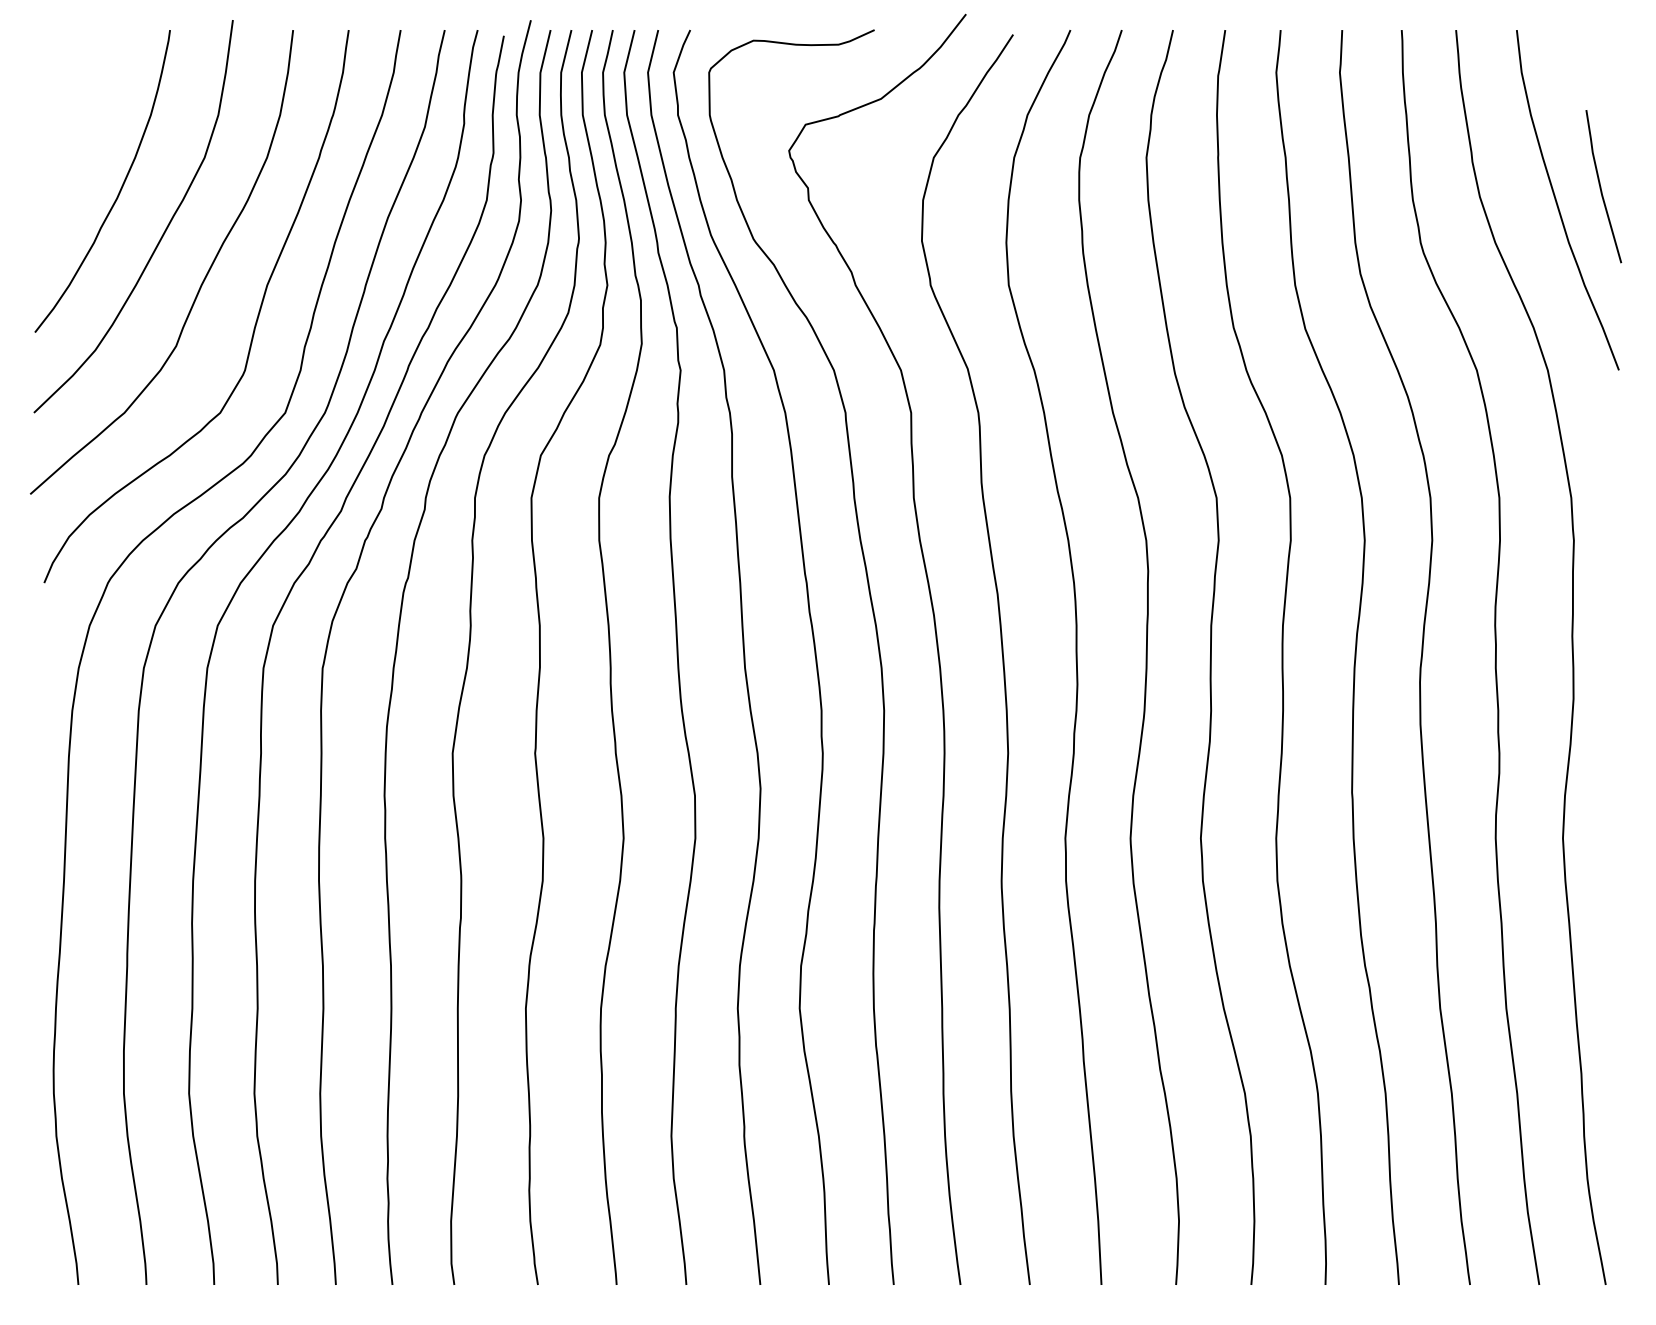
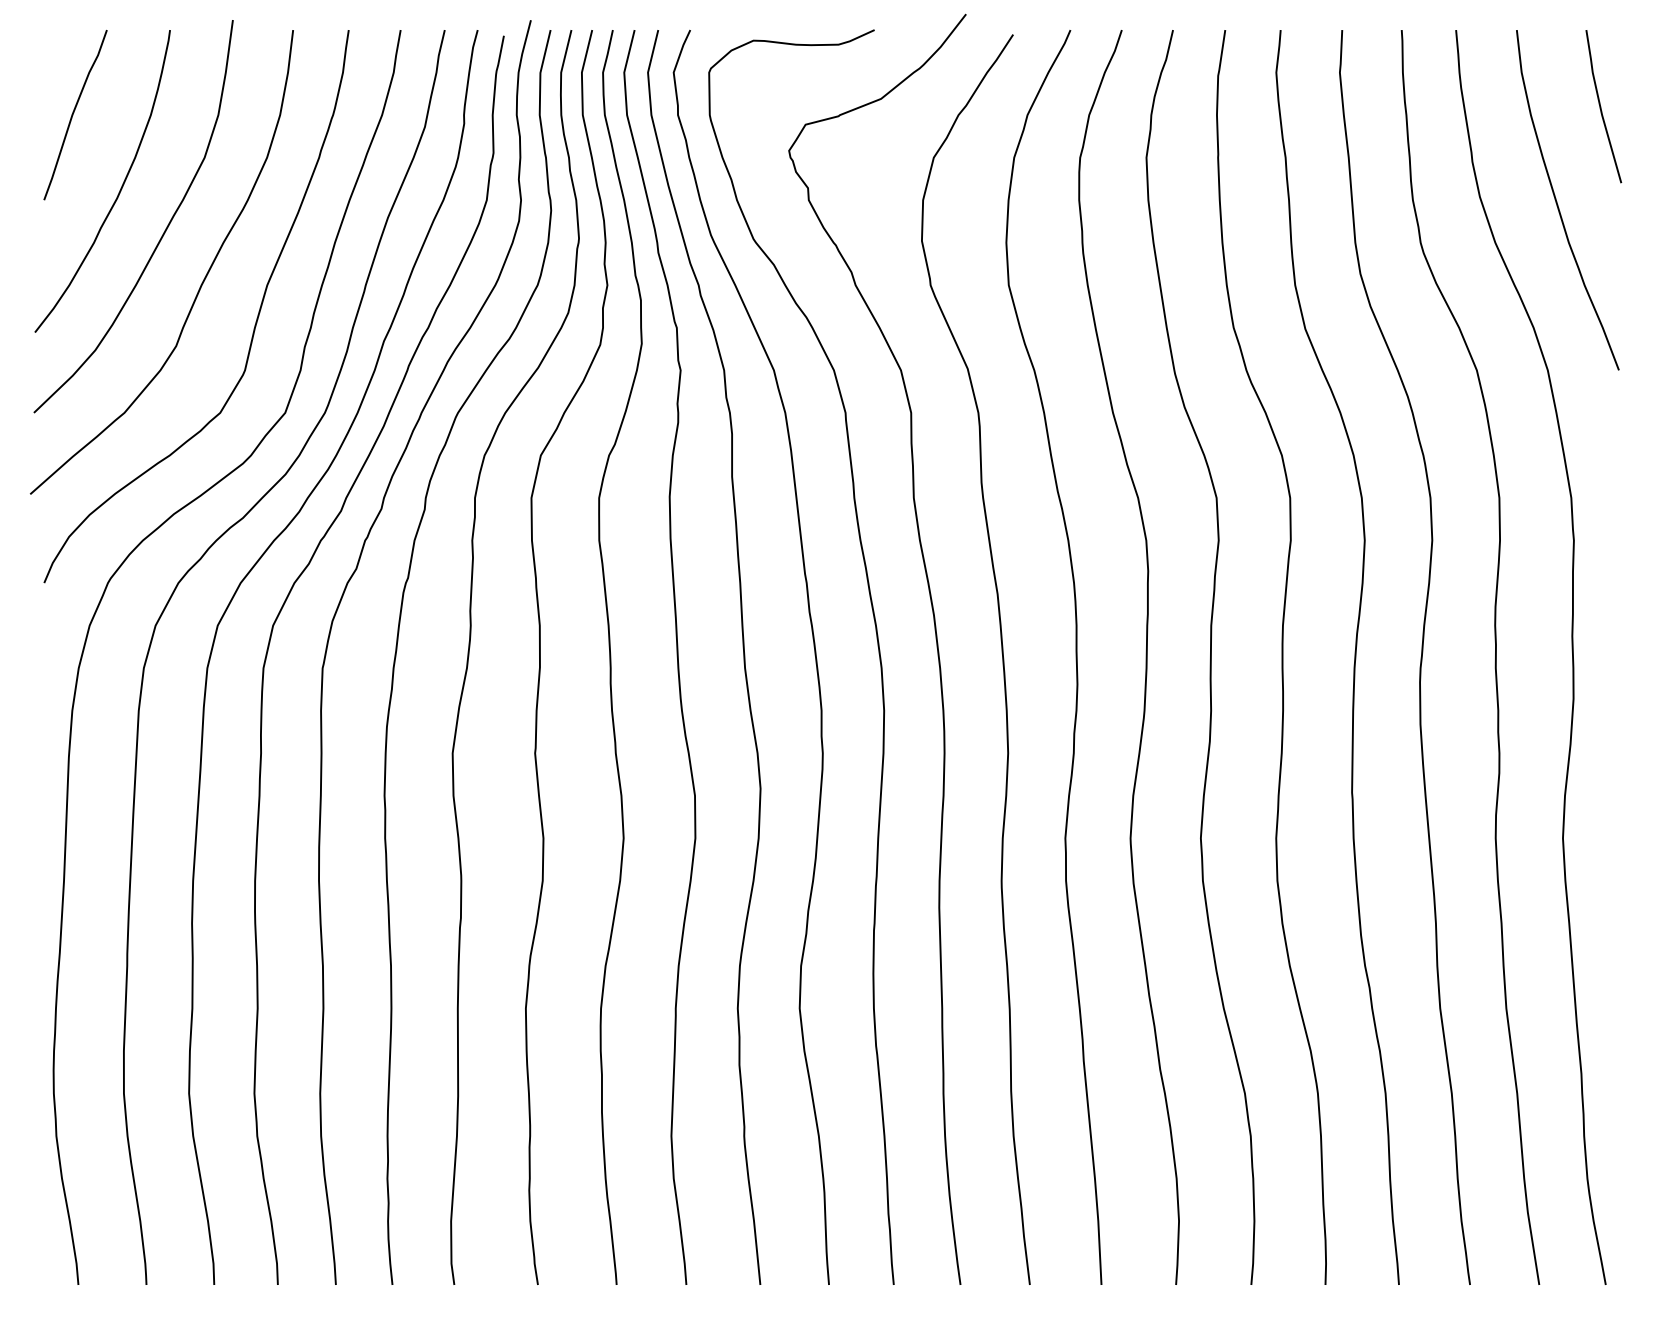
curve at (73, 115): none -> present
line at (1601, 186) position: (1601, 186) -> (1601, 106)
